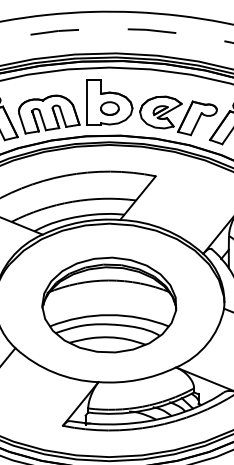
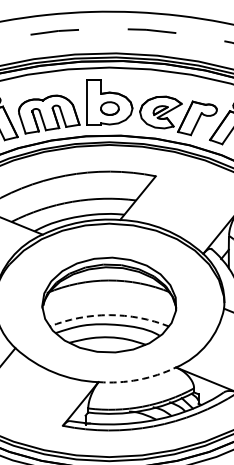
arc at (109, 315): solid -> dashed
arc at (138, 379): solid -> dashed
